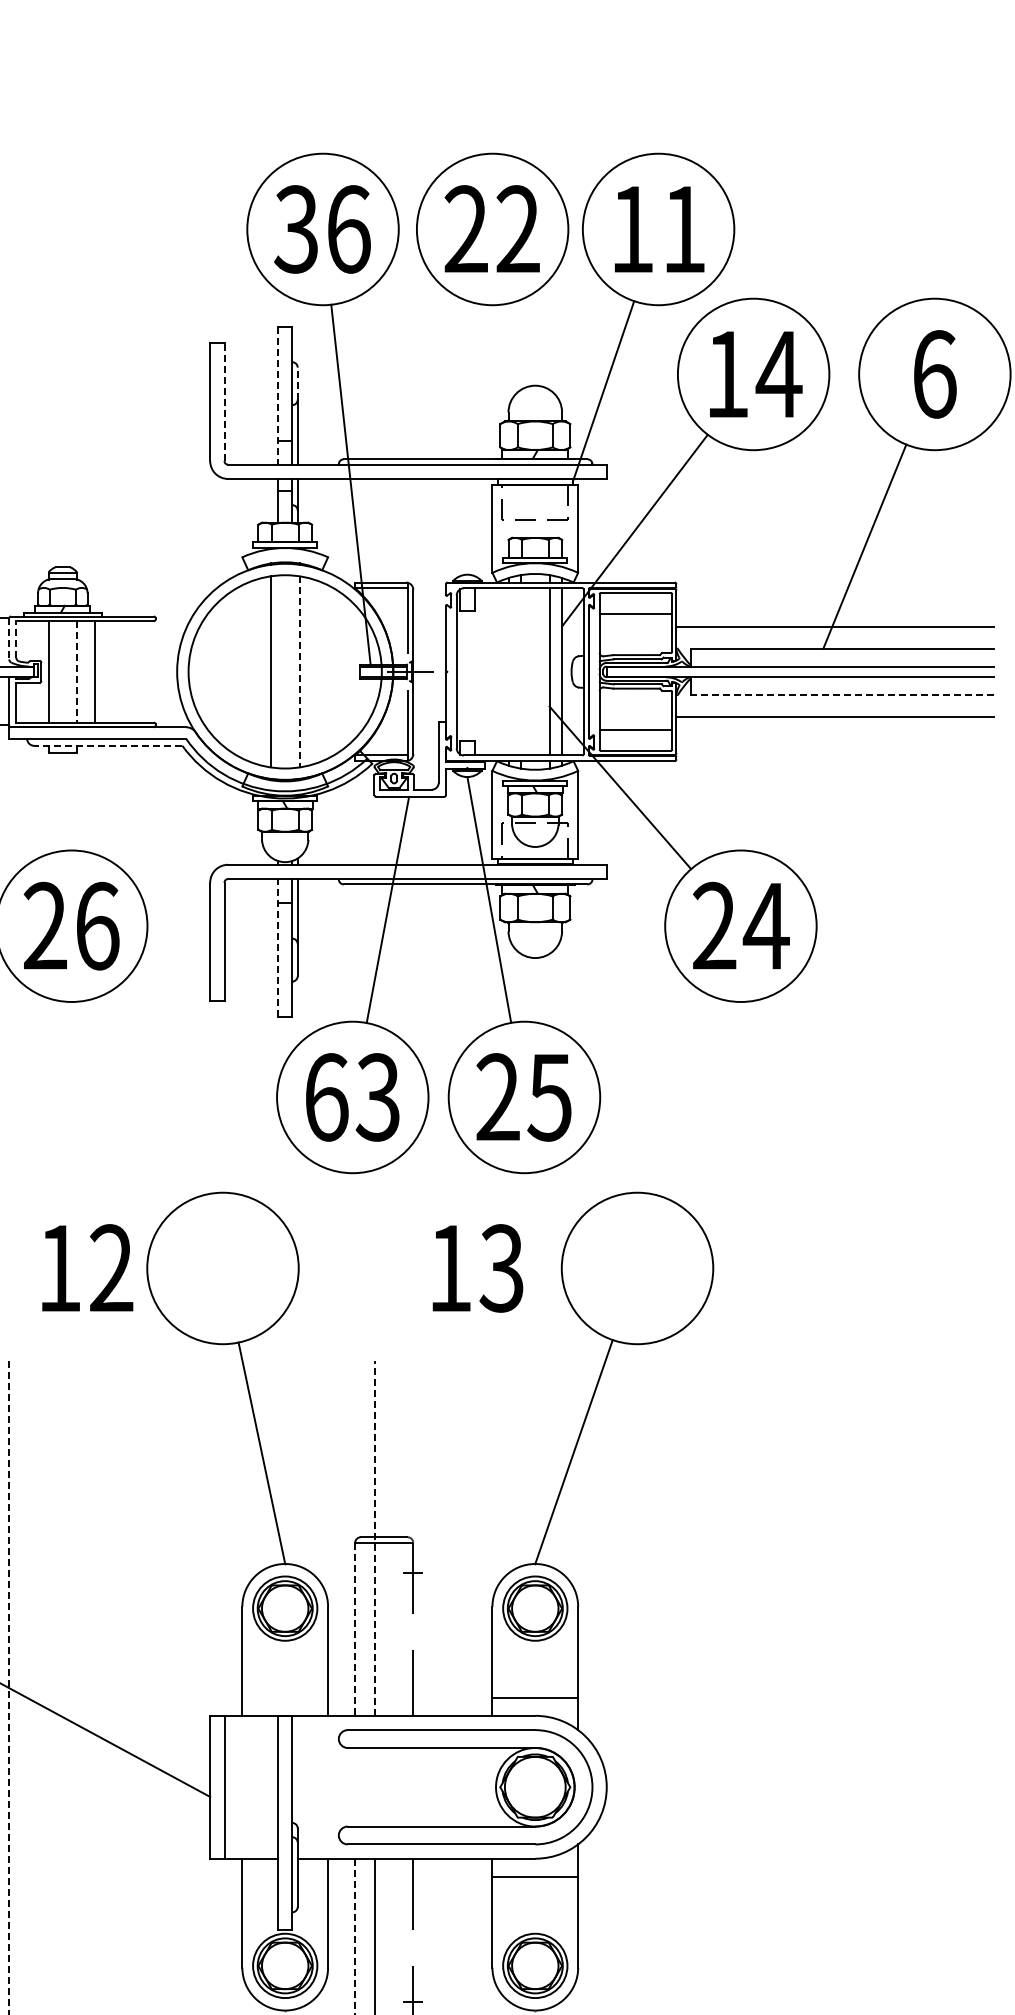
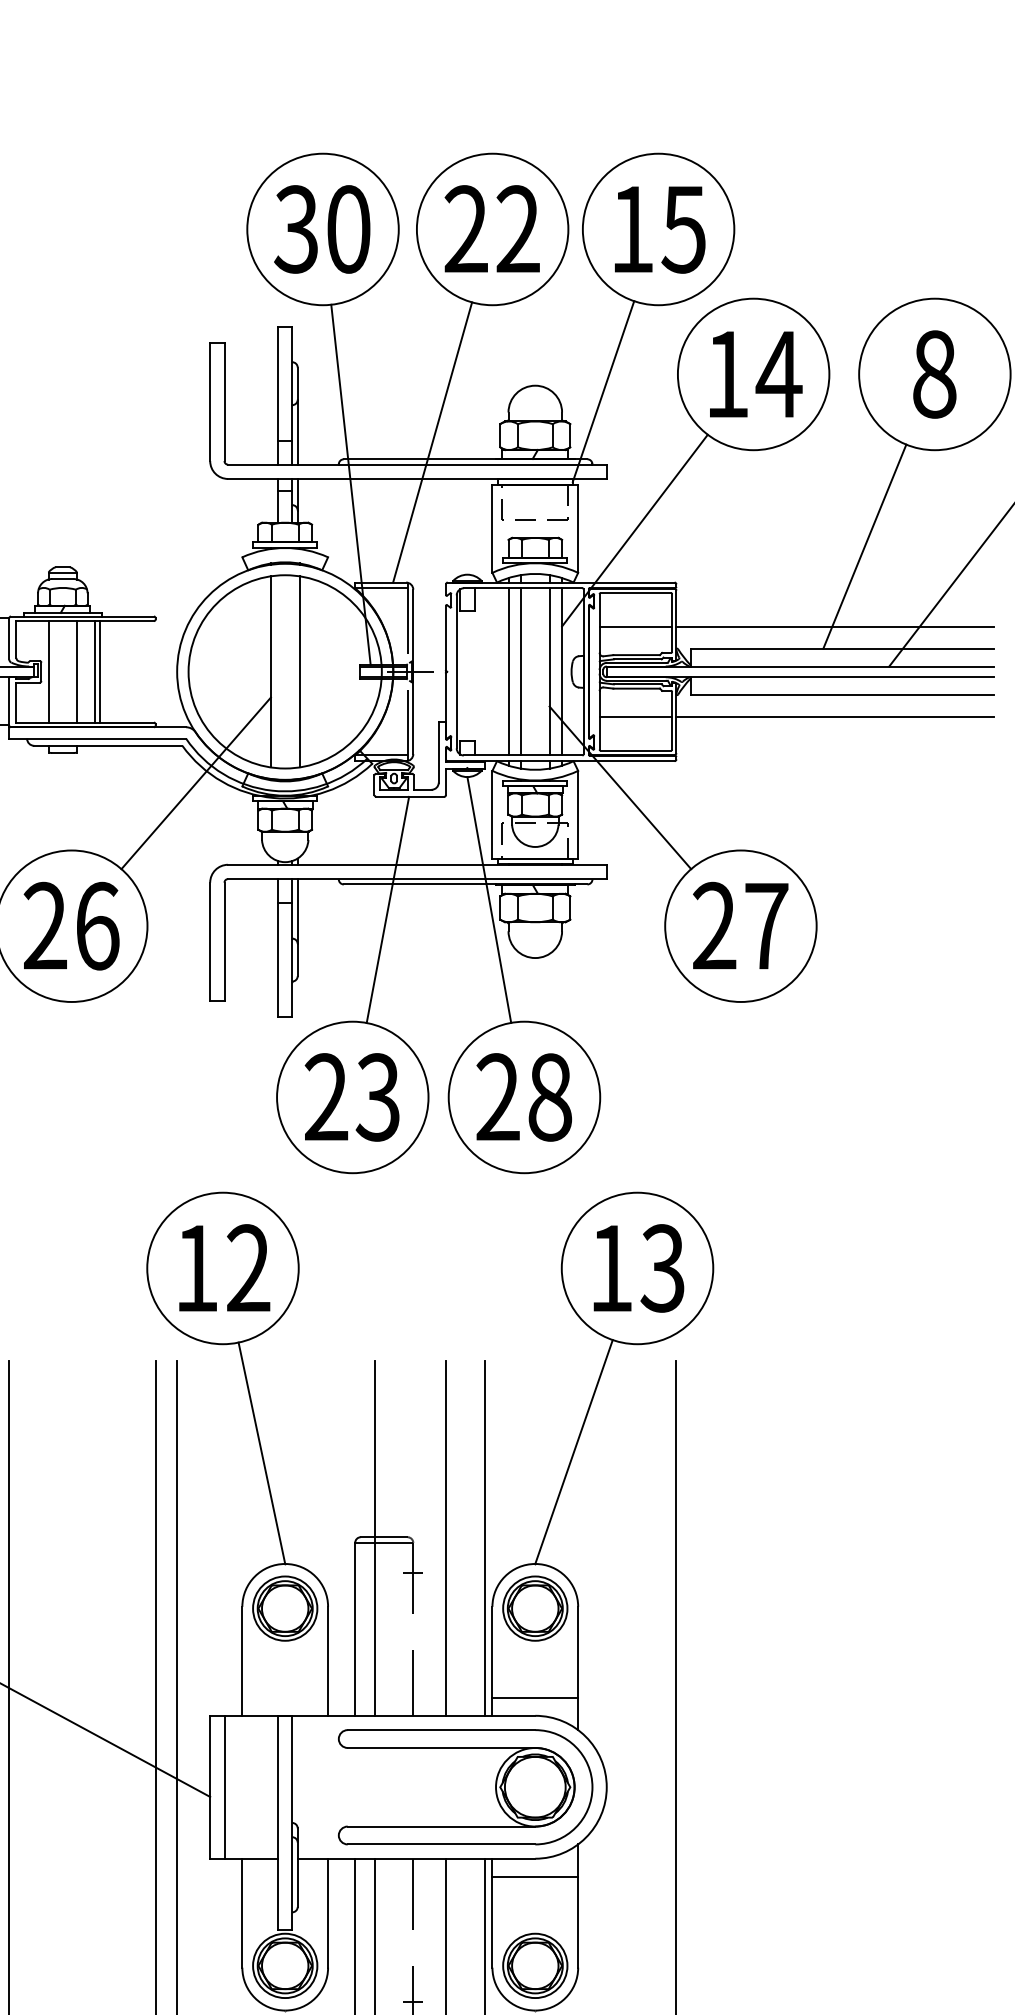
text at (348, 229): 36 -> 30
text at (683, 229): 11 -> 15
text at (934, 374): 6 -> 8
line at (297, 383): dashed -> solid
line at (278, 396): dashed -> solid
line at (224, 402): dashed -> solid
line at (432, 442): none -> present
line at (950, 586): none -> present
line at (635, 614) position: (635, 614) -> (635, 627)
line at (9, 638): dashed -> solid
line at (16, 639): dashed -> solid
line at (77, 671): dashed -> solid
line at (99, 671): none -> present
line at (299, 671): dashed -> solid
line at (508, 671): none -> present
line at (521, 671): none -> present
line at (842, 695): dashed -> solid
line at (635, 729) position: (635, 729) -> (635, 716)
line at (107, 745): dashed -> solid
line at (195, 783): none -> present
text at (765, 926): 24 -> 27
line at (278, 947): dashed -> solid
text at (326, 1097): 63 -> 23
text at (549, 1097): 25 -> 28
text at (87, 1267) position: (87, 1267) -> (224, 1267)
text at (477, 1268) position: (477, 1268) -> (638, 1268)
line at (374, 1538): dashed -> solid
line at (445, 1538): none -> present
line at (485, 1538): none -> present
line at (355, 1629): dashed -> solid
line at (155, 1686): none -> present
line at (177, 1686): none -> present
line at (676, 1686): none -> present
line at (9, 1688): dashed -> solid
line at (445, 1934): none -> present
line at (485, 1934): none -> present
line at (355, 1936): dashed -> solid
